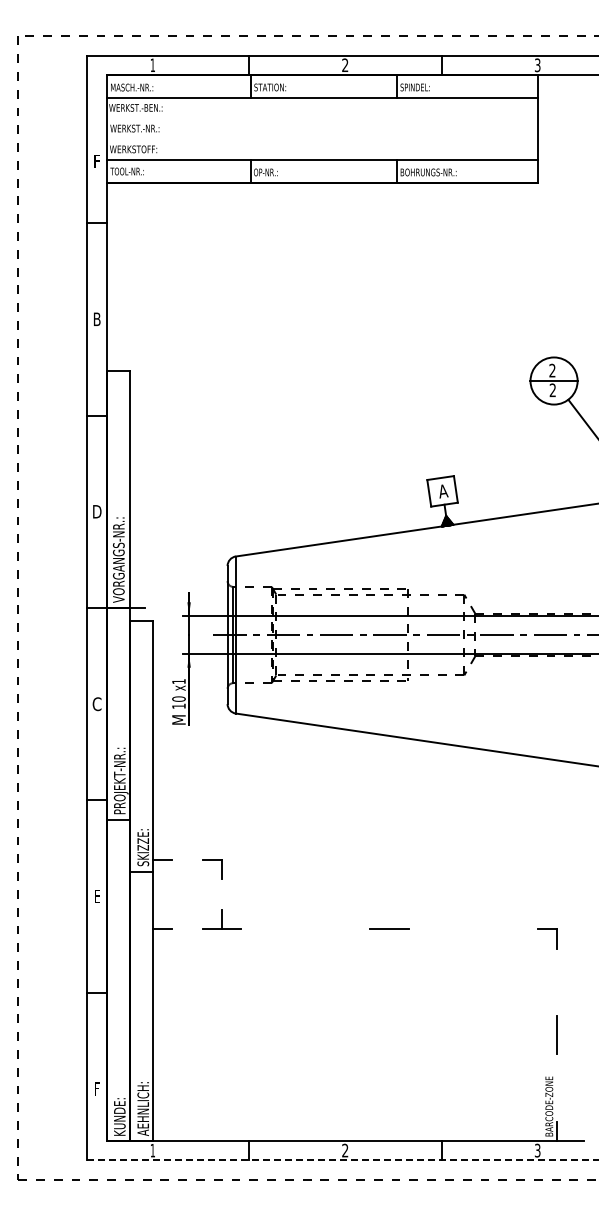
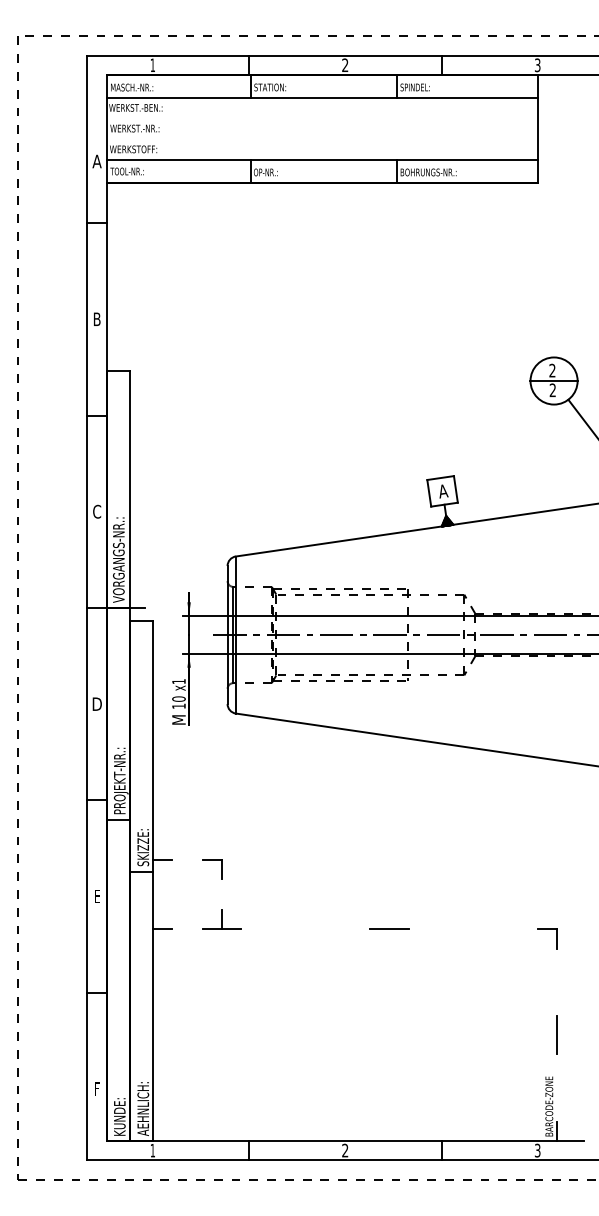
text at (96, 161): F -> A
text at (97, 511): D -> C
text at (96, 704): C -> D
line at (343, 1160): dashed -> solid
